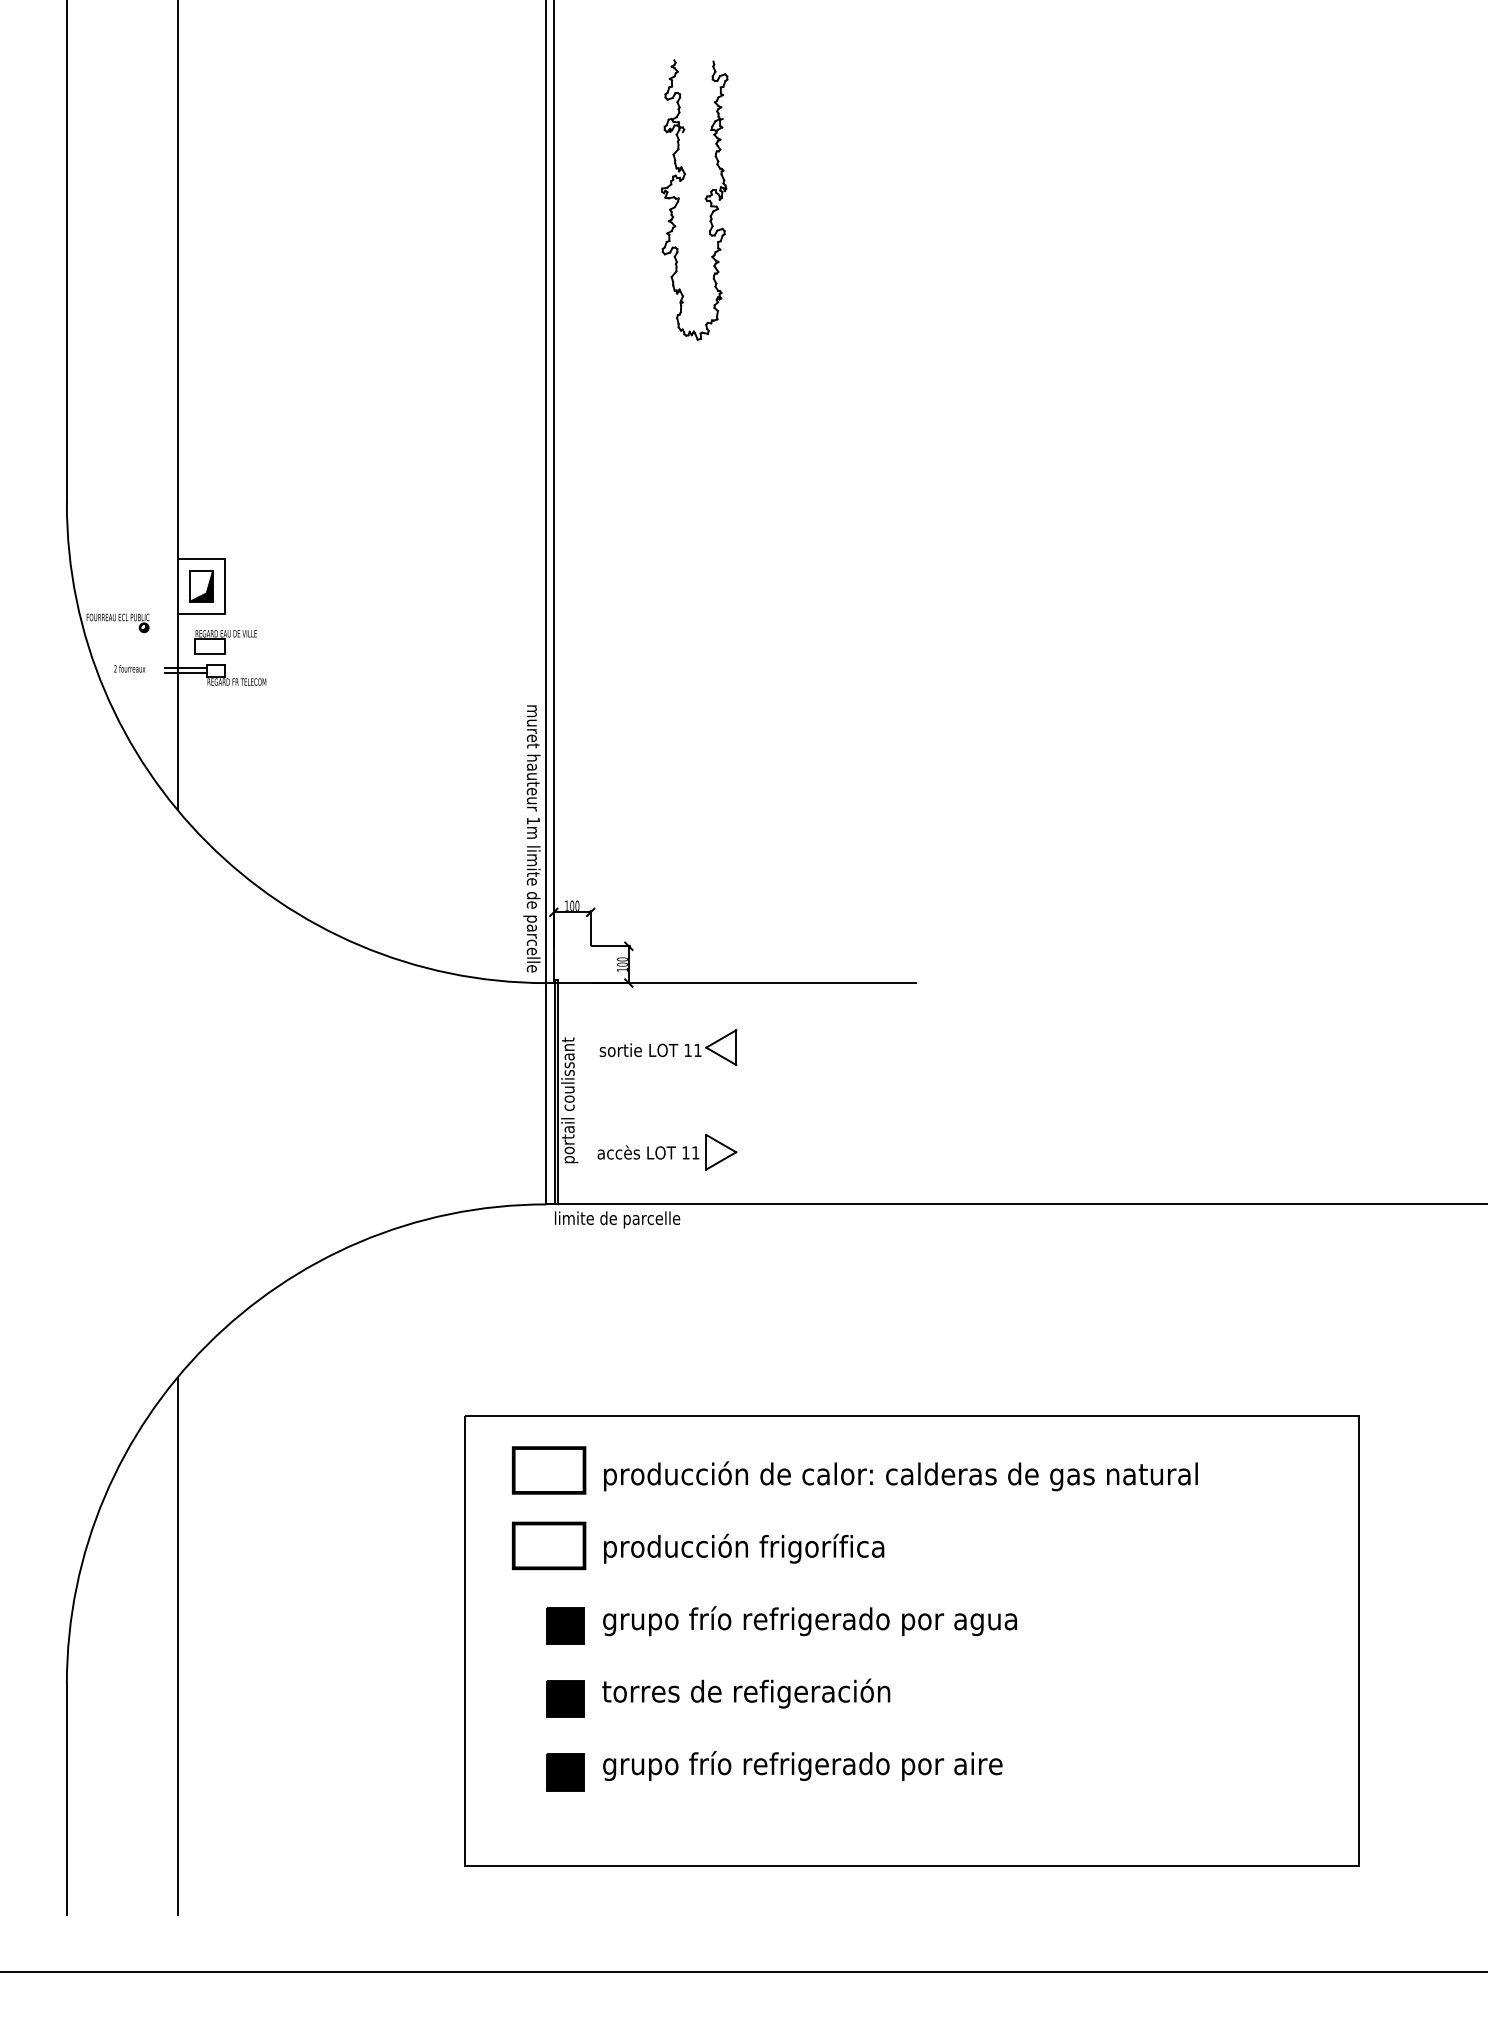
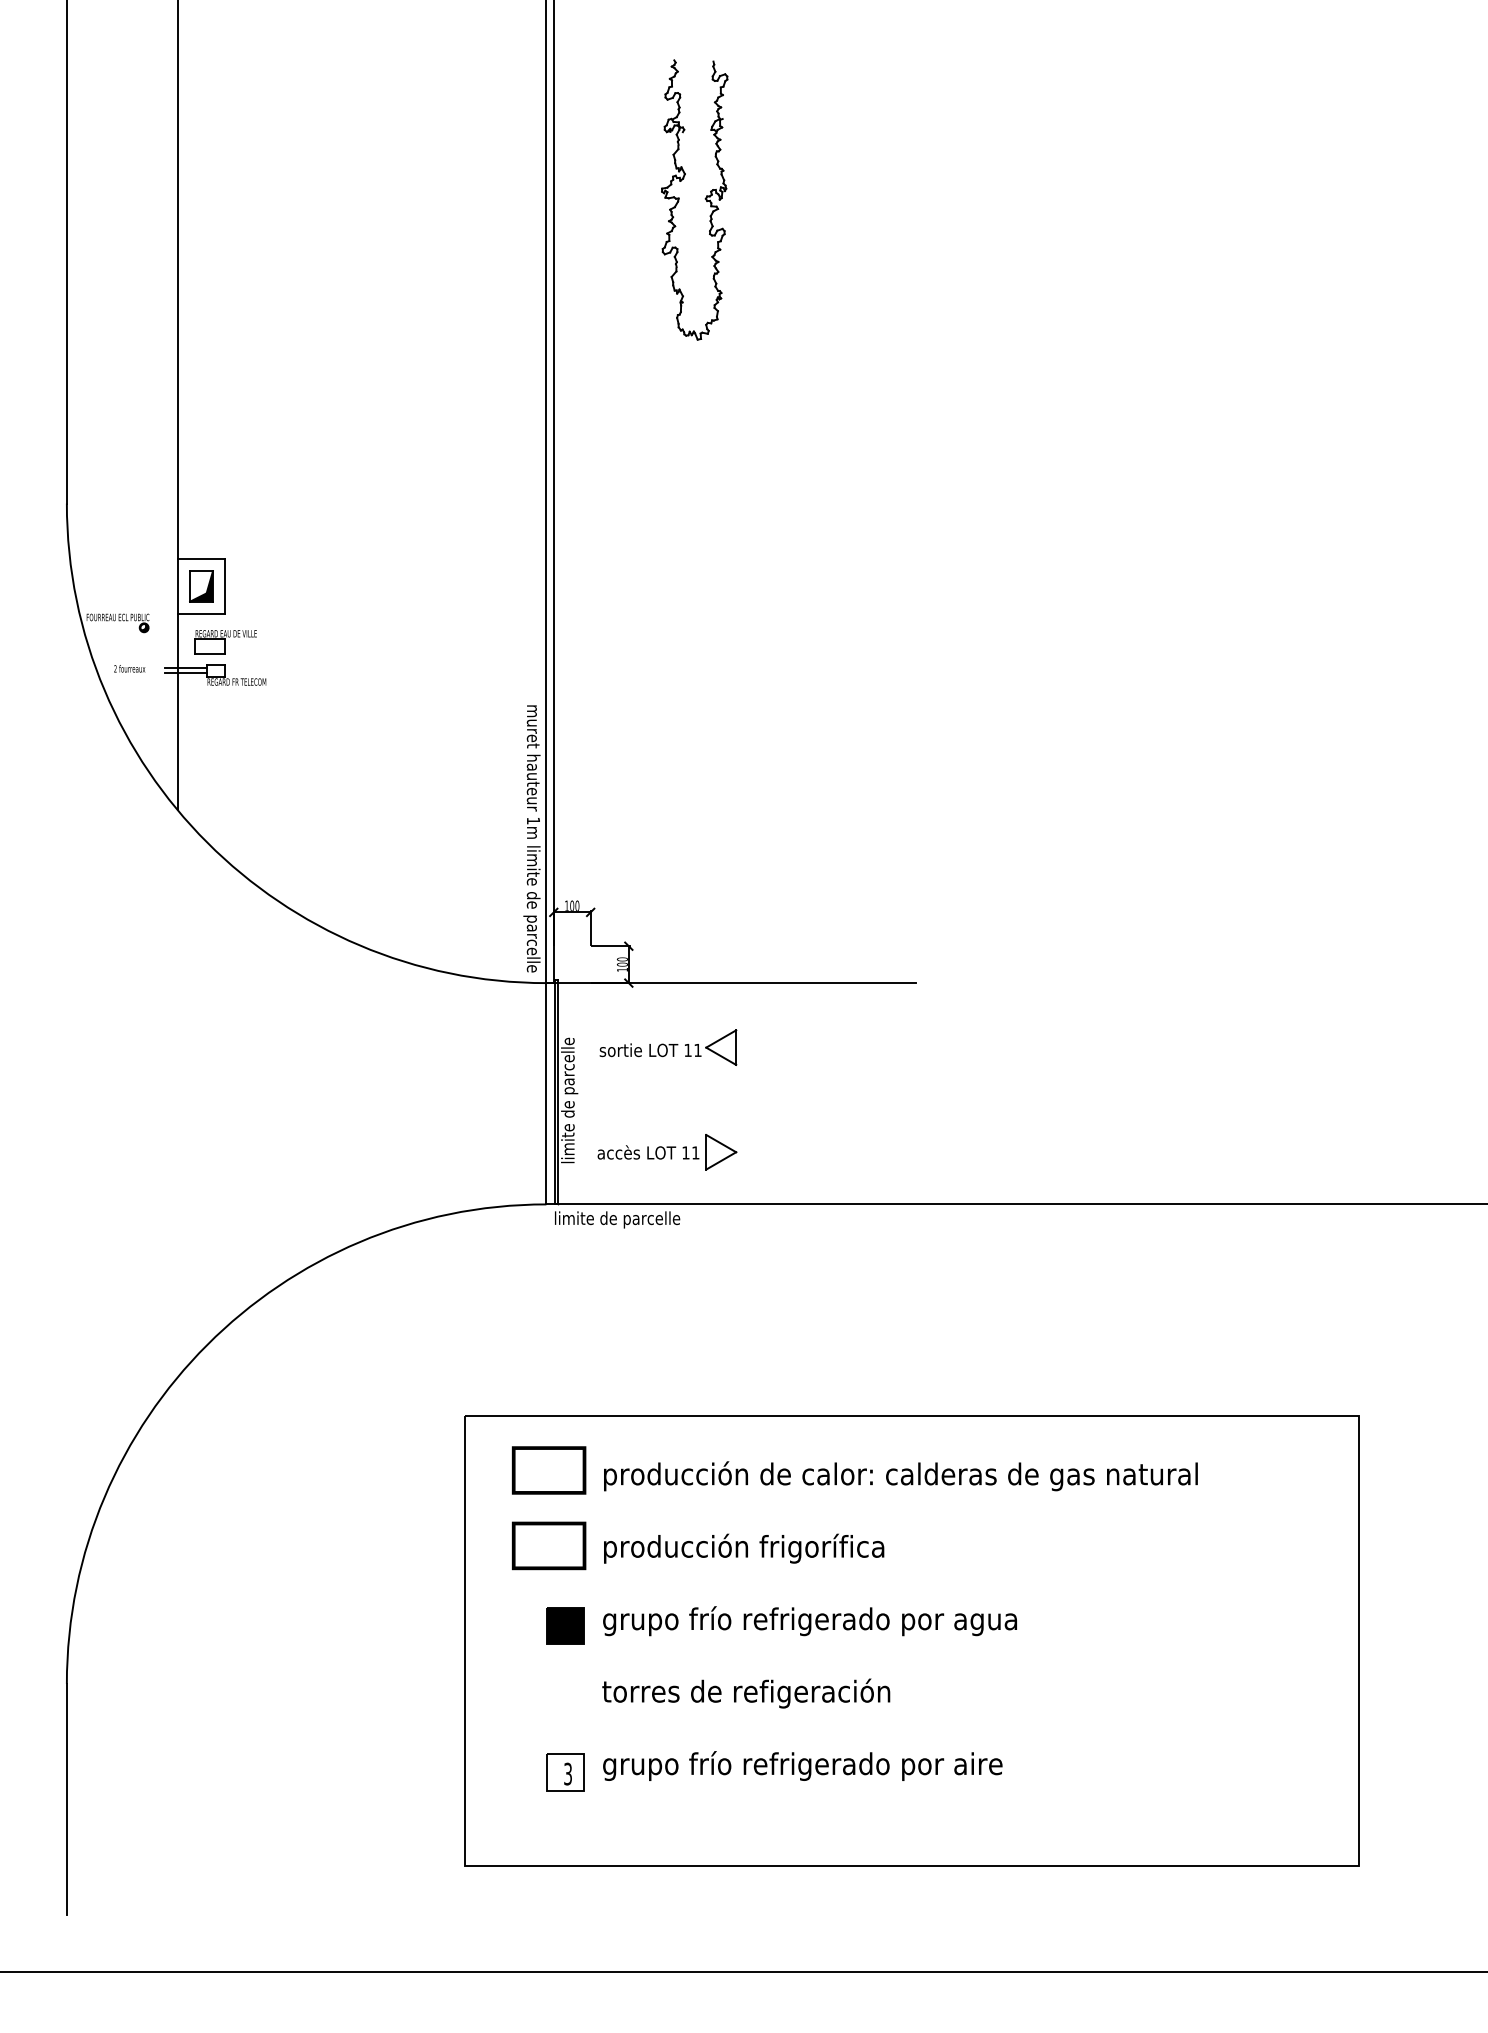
text at (569, 1100): portail coulissant -> limite de parcelle
line at (177, 1645): present -> none
part at (565, 1698): present -> none
fill at (565, 1772): present -> none
